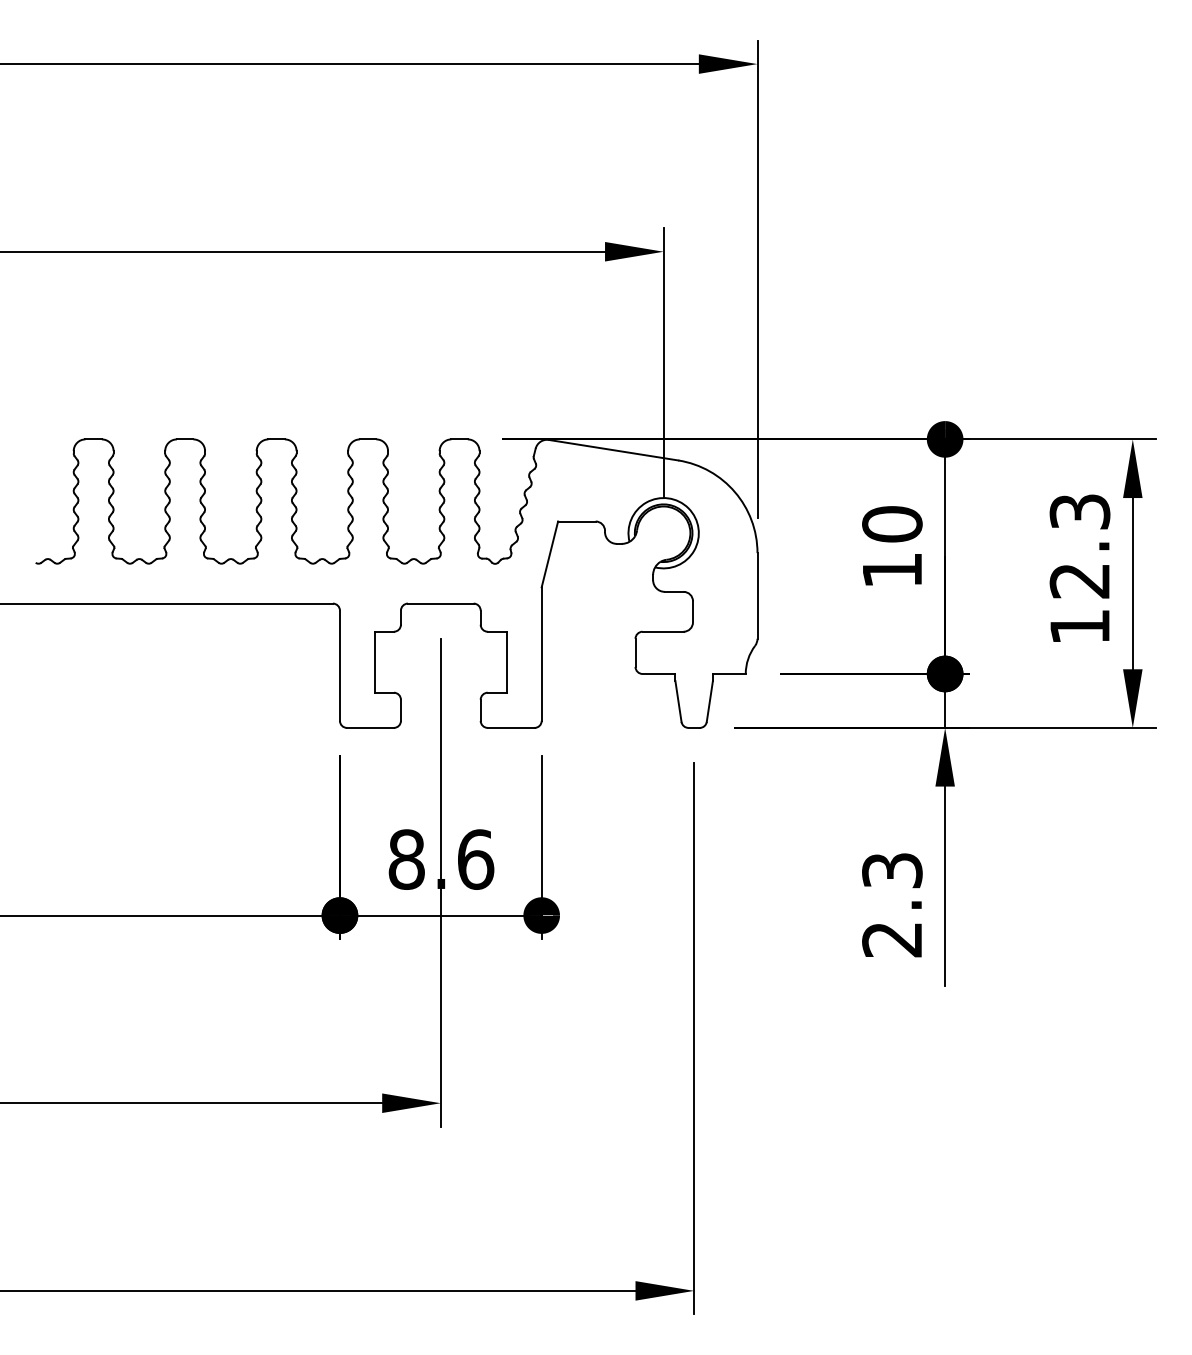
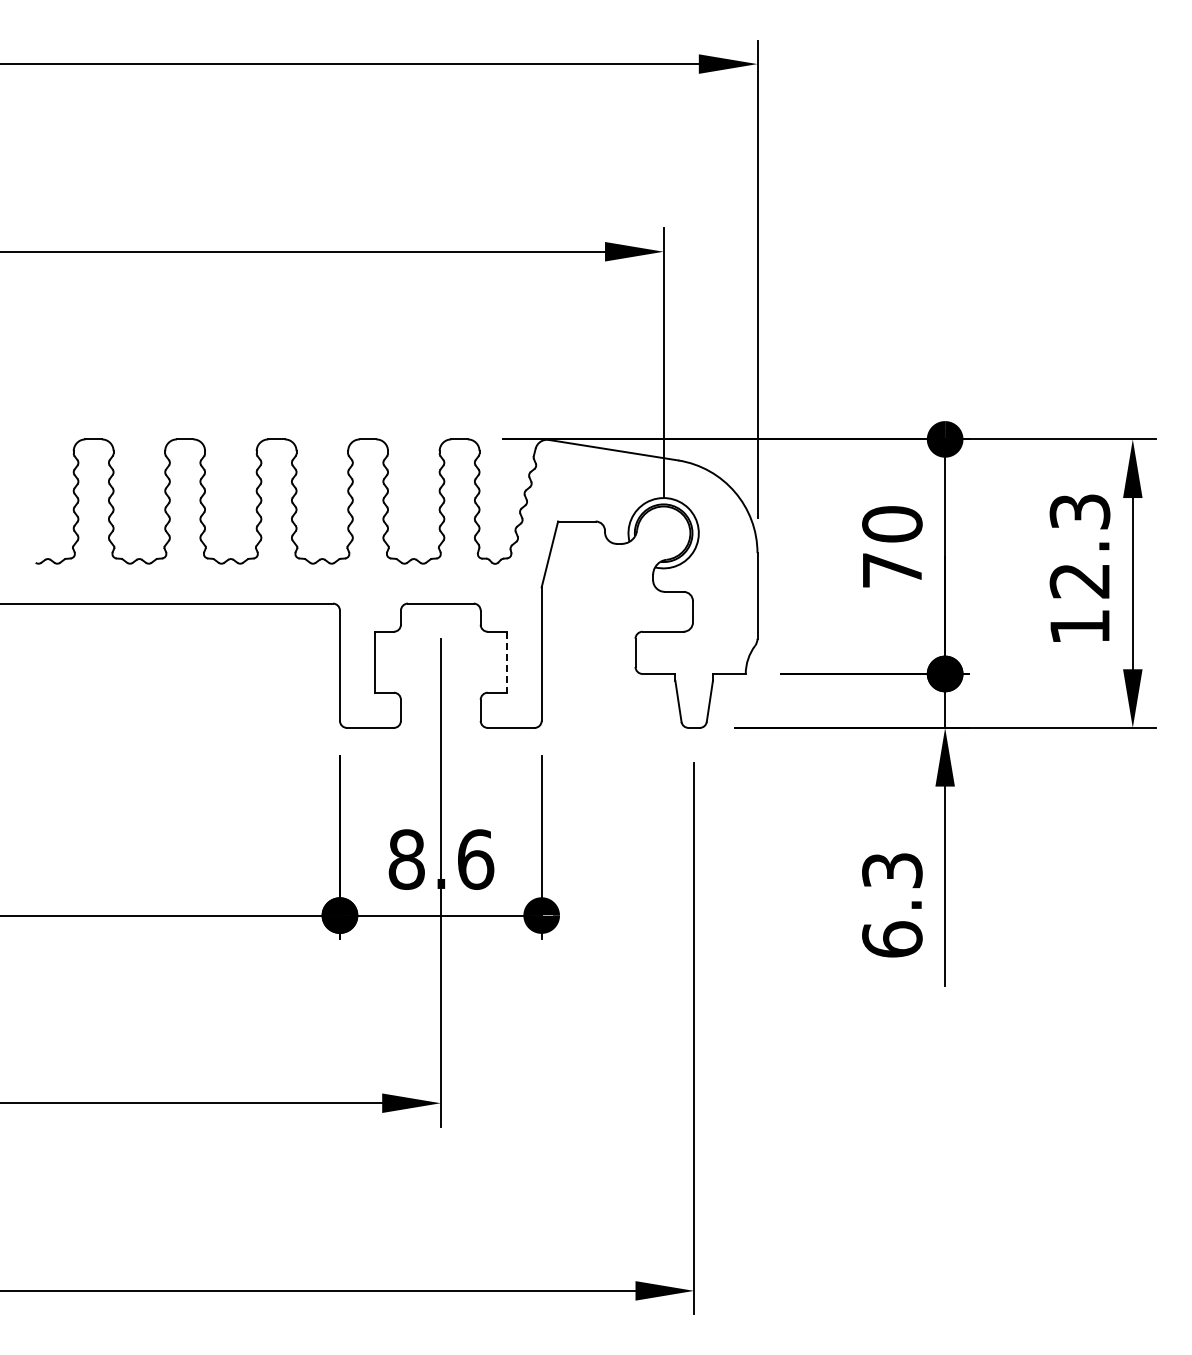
text at (892, 570): 10 -> 70
line at (506, 662): solid -> dashed
text at (892, 939): 2.3 -> 6.3
